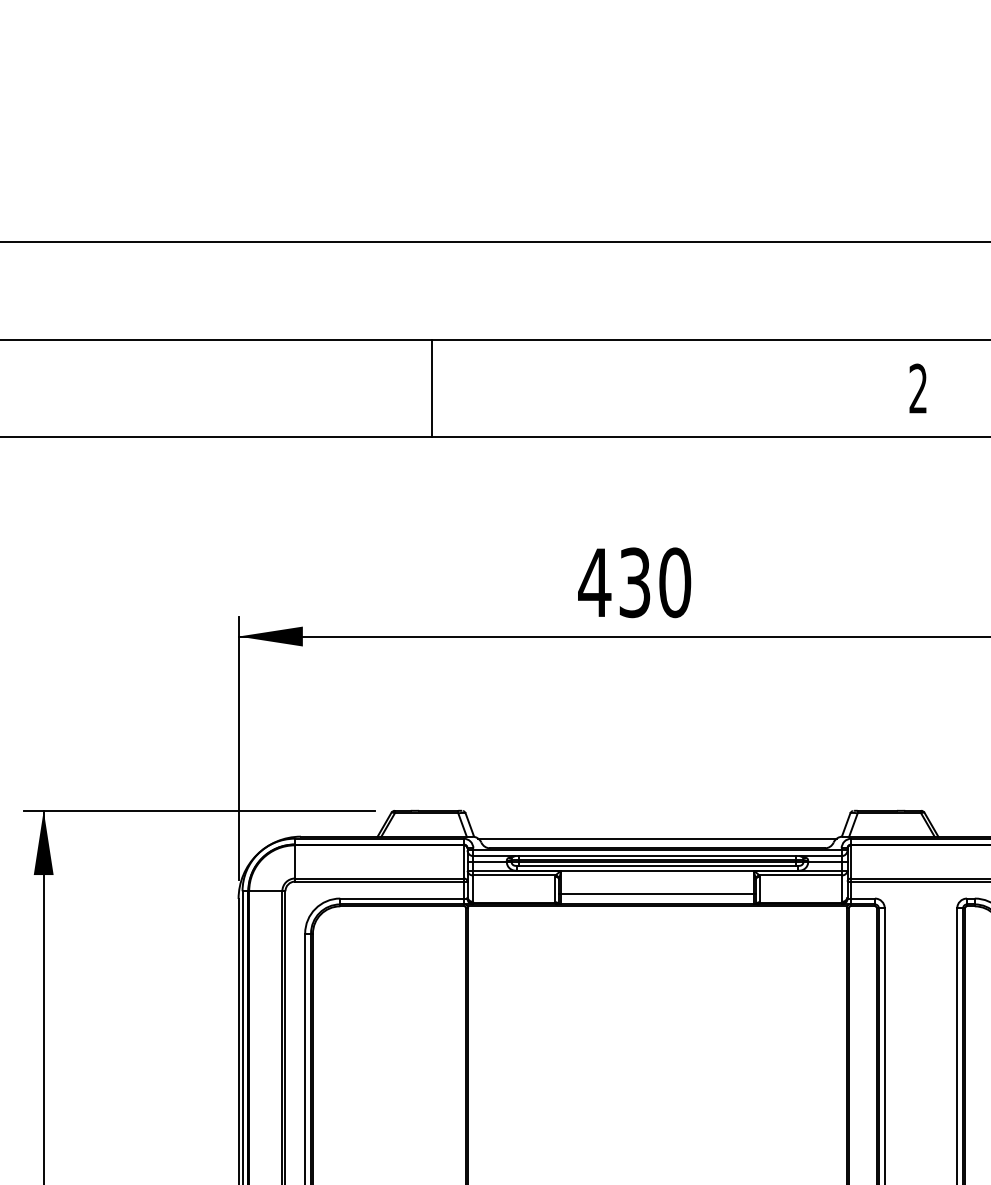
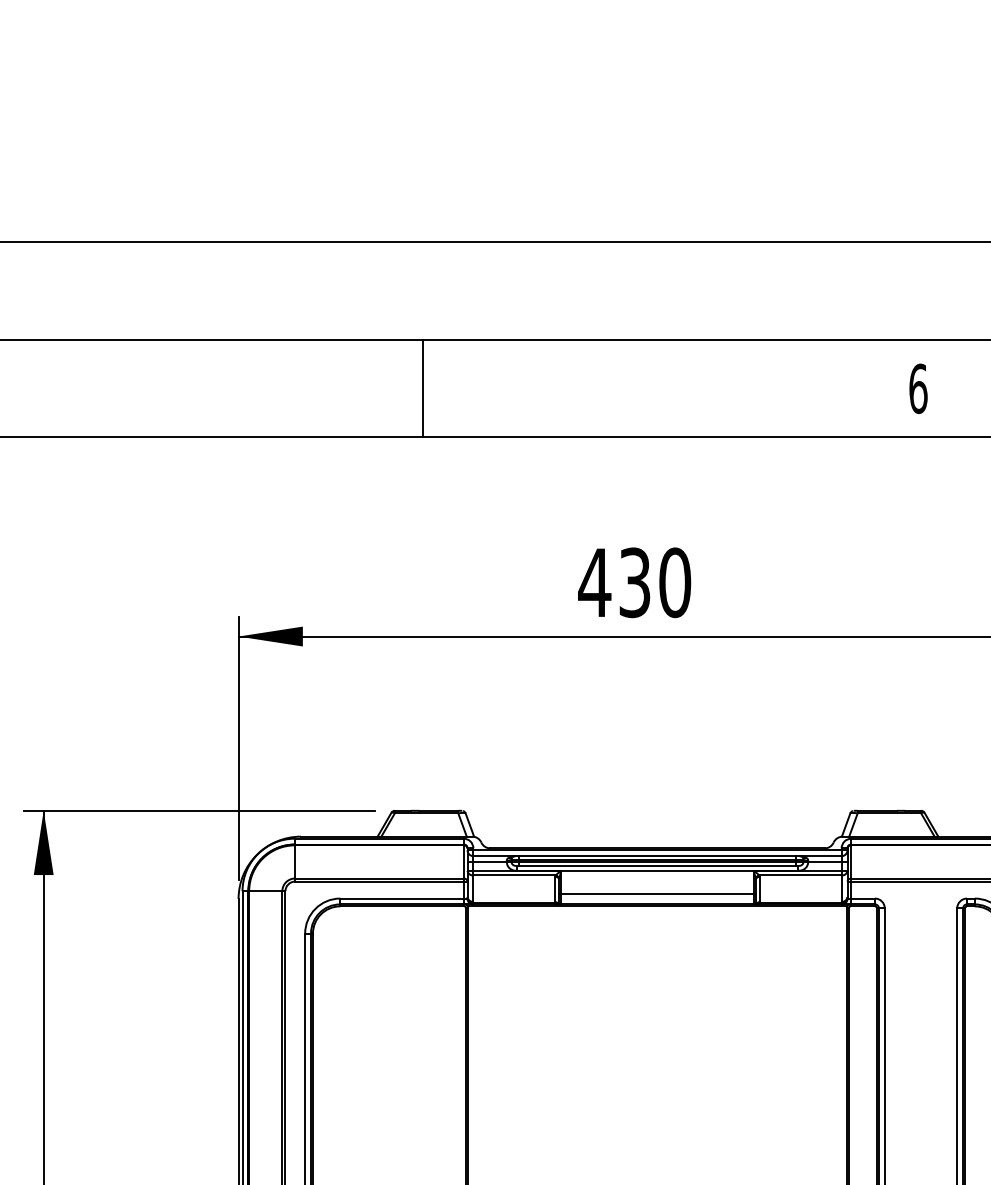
line at (431, 388) position: (431, 388) -> (422, 388)
text at (918, 388): 2 -> 6
line at (657, 838): present -> none
